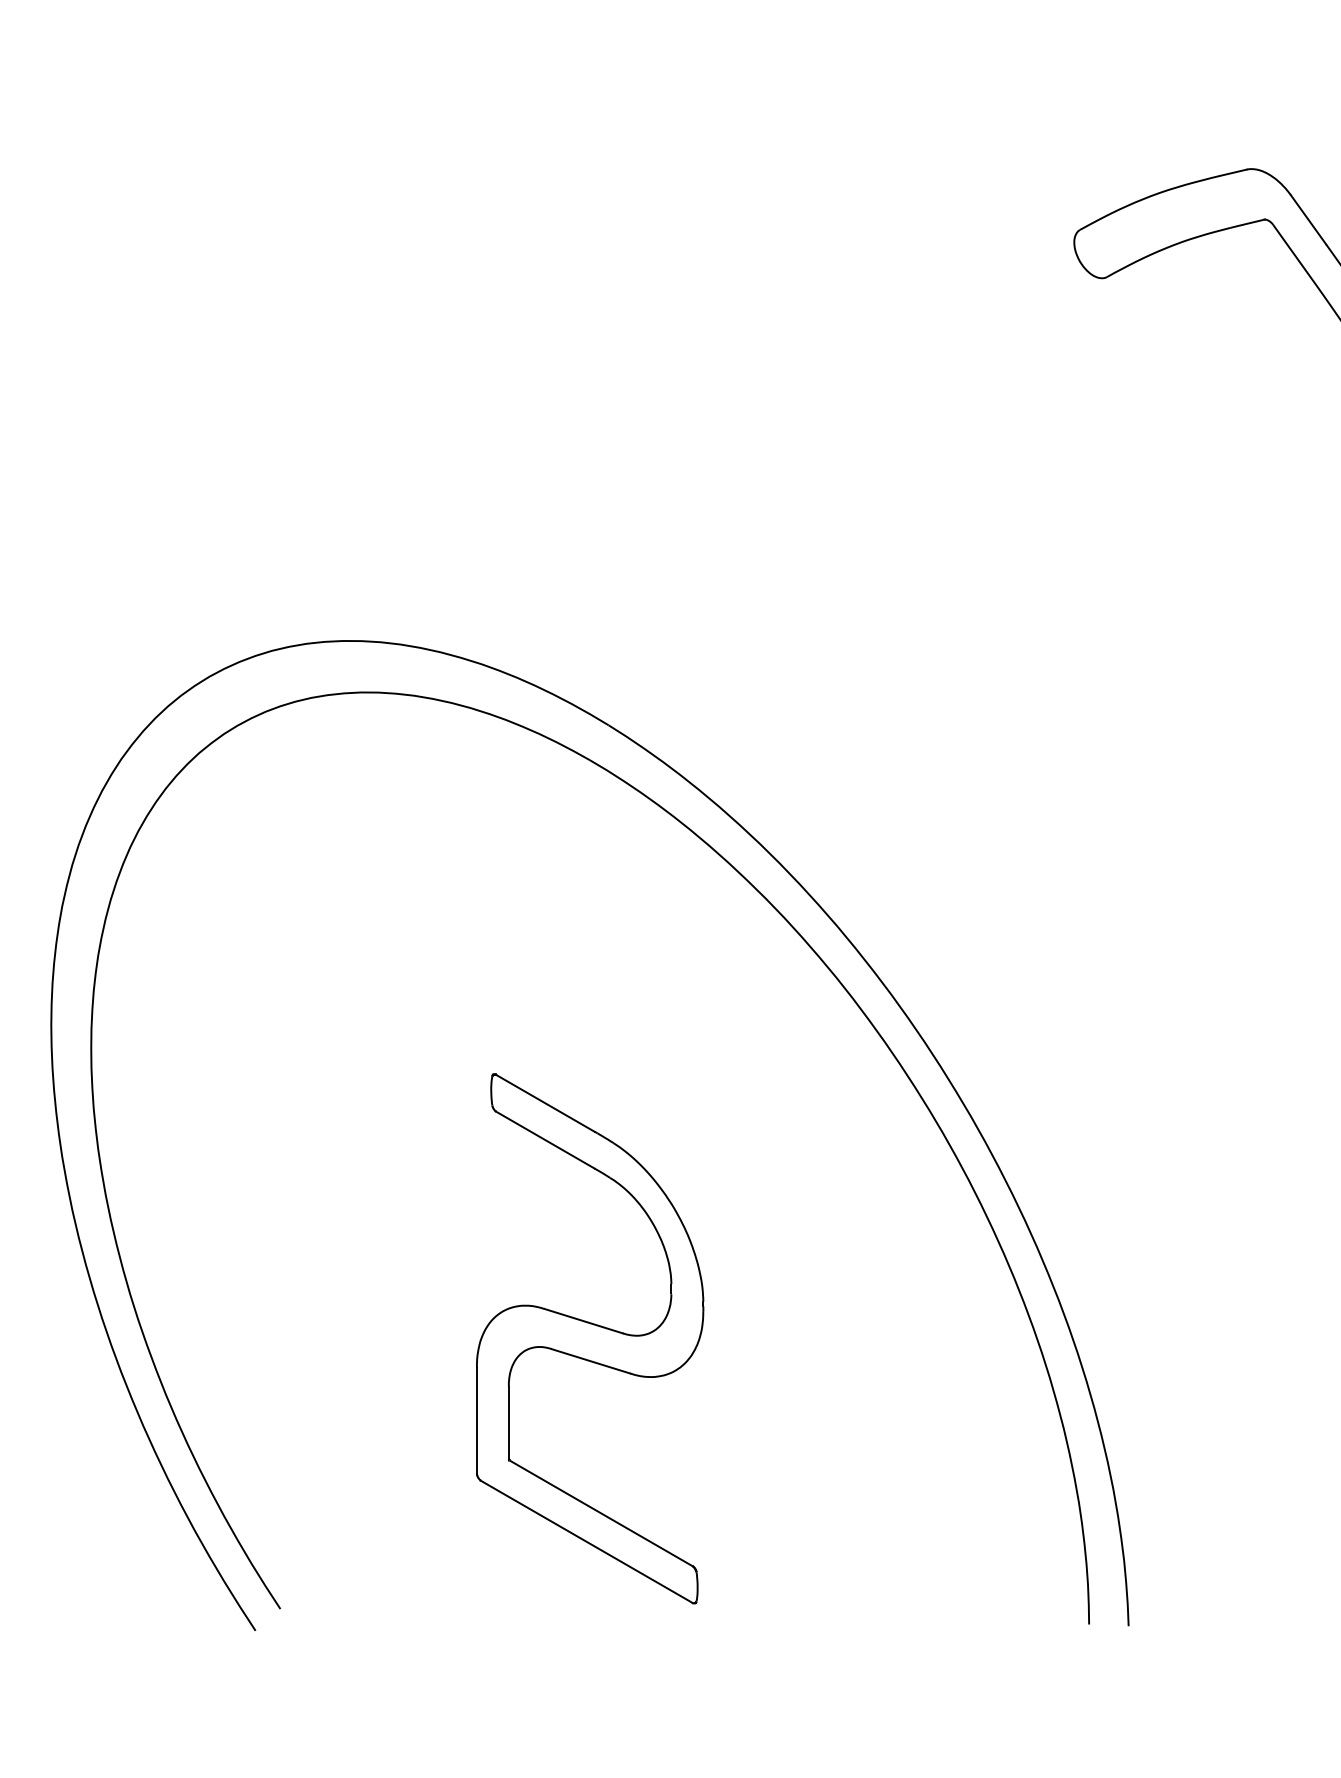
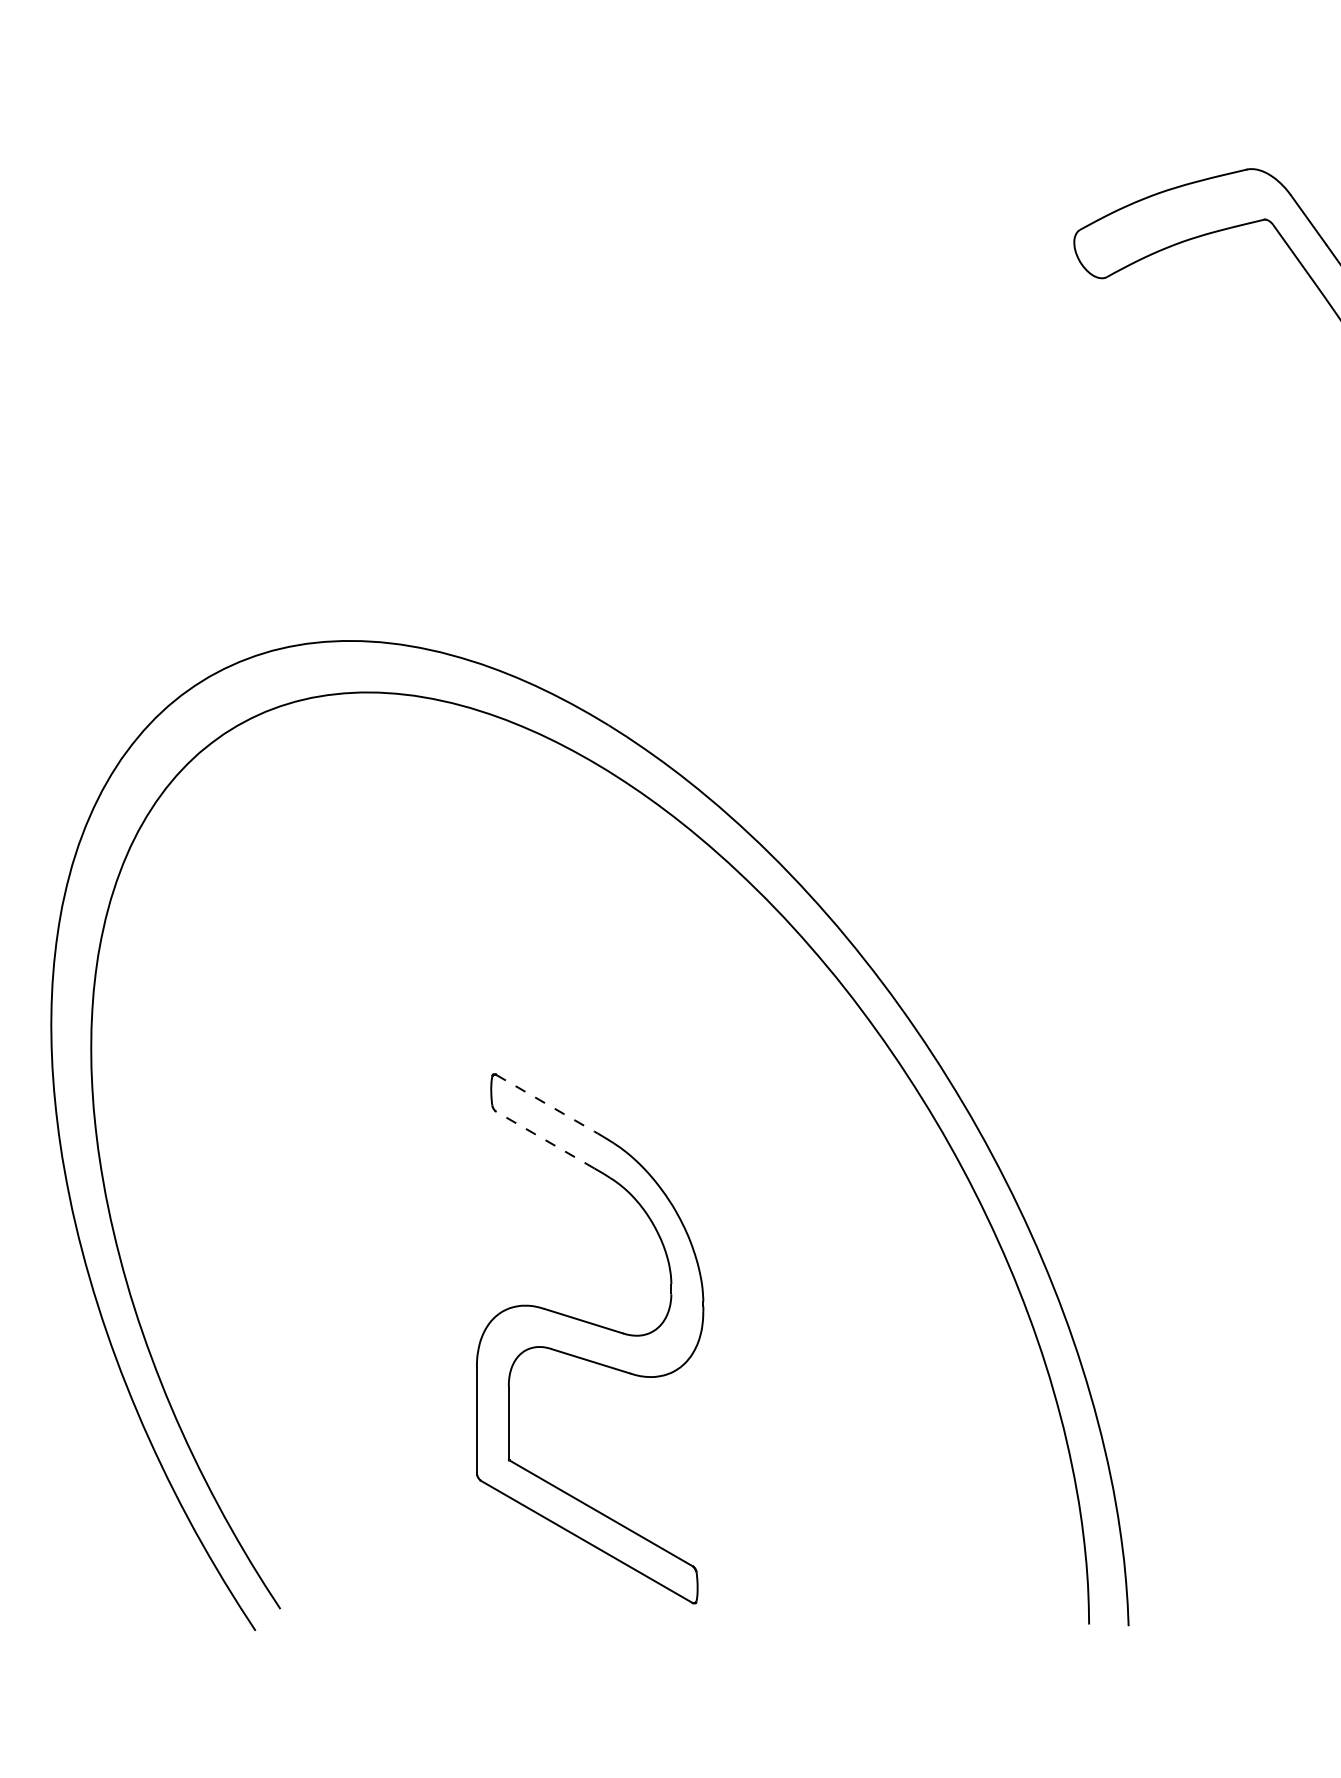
line at (545, 1103): solid -> dashed
line at (545, 1140): solid -> dashed
